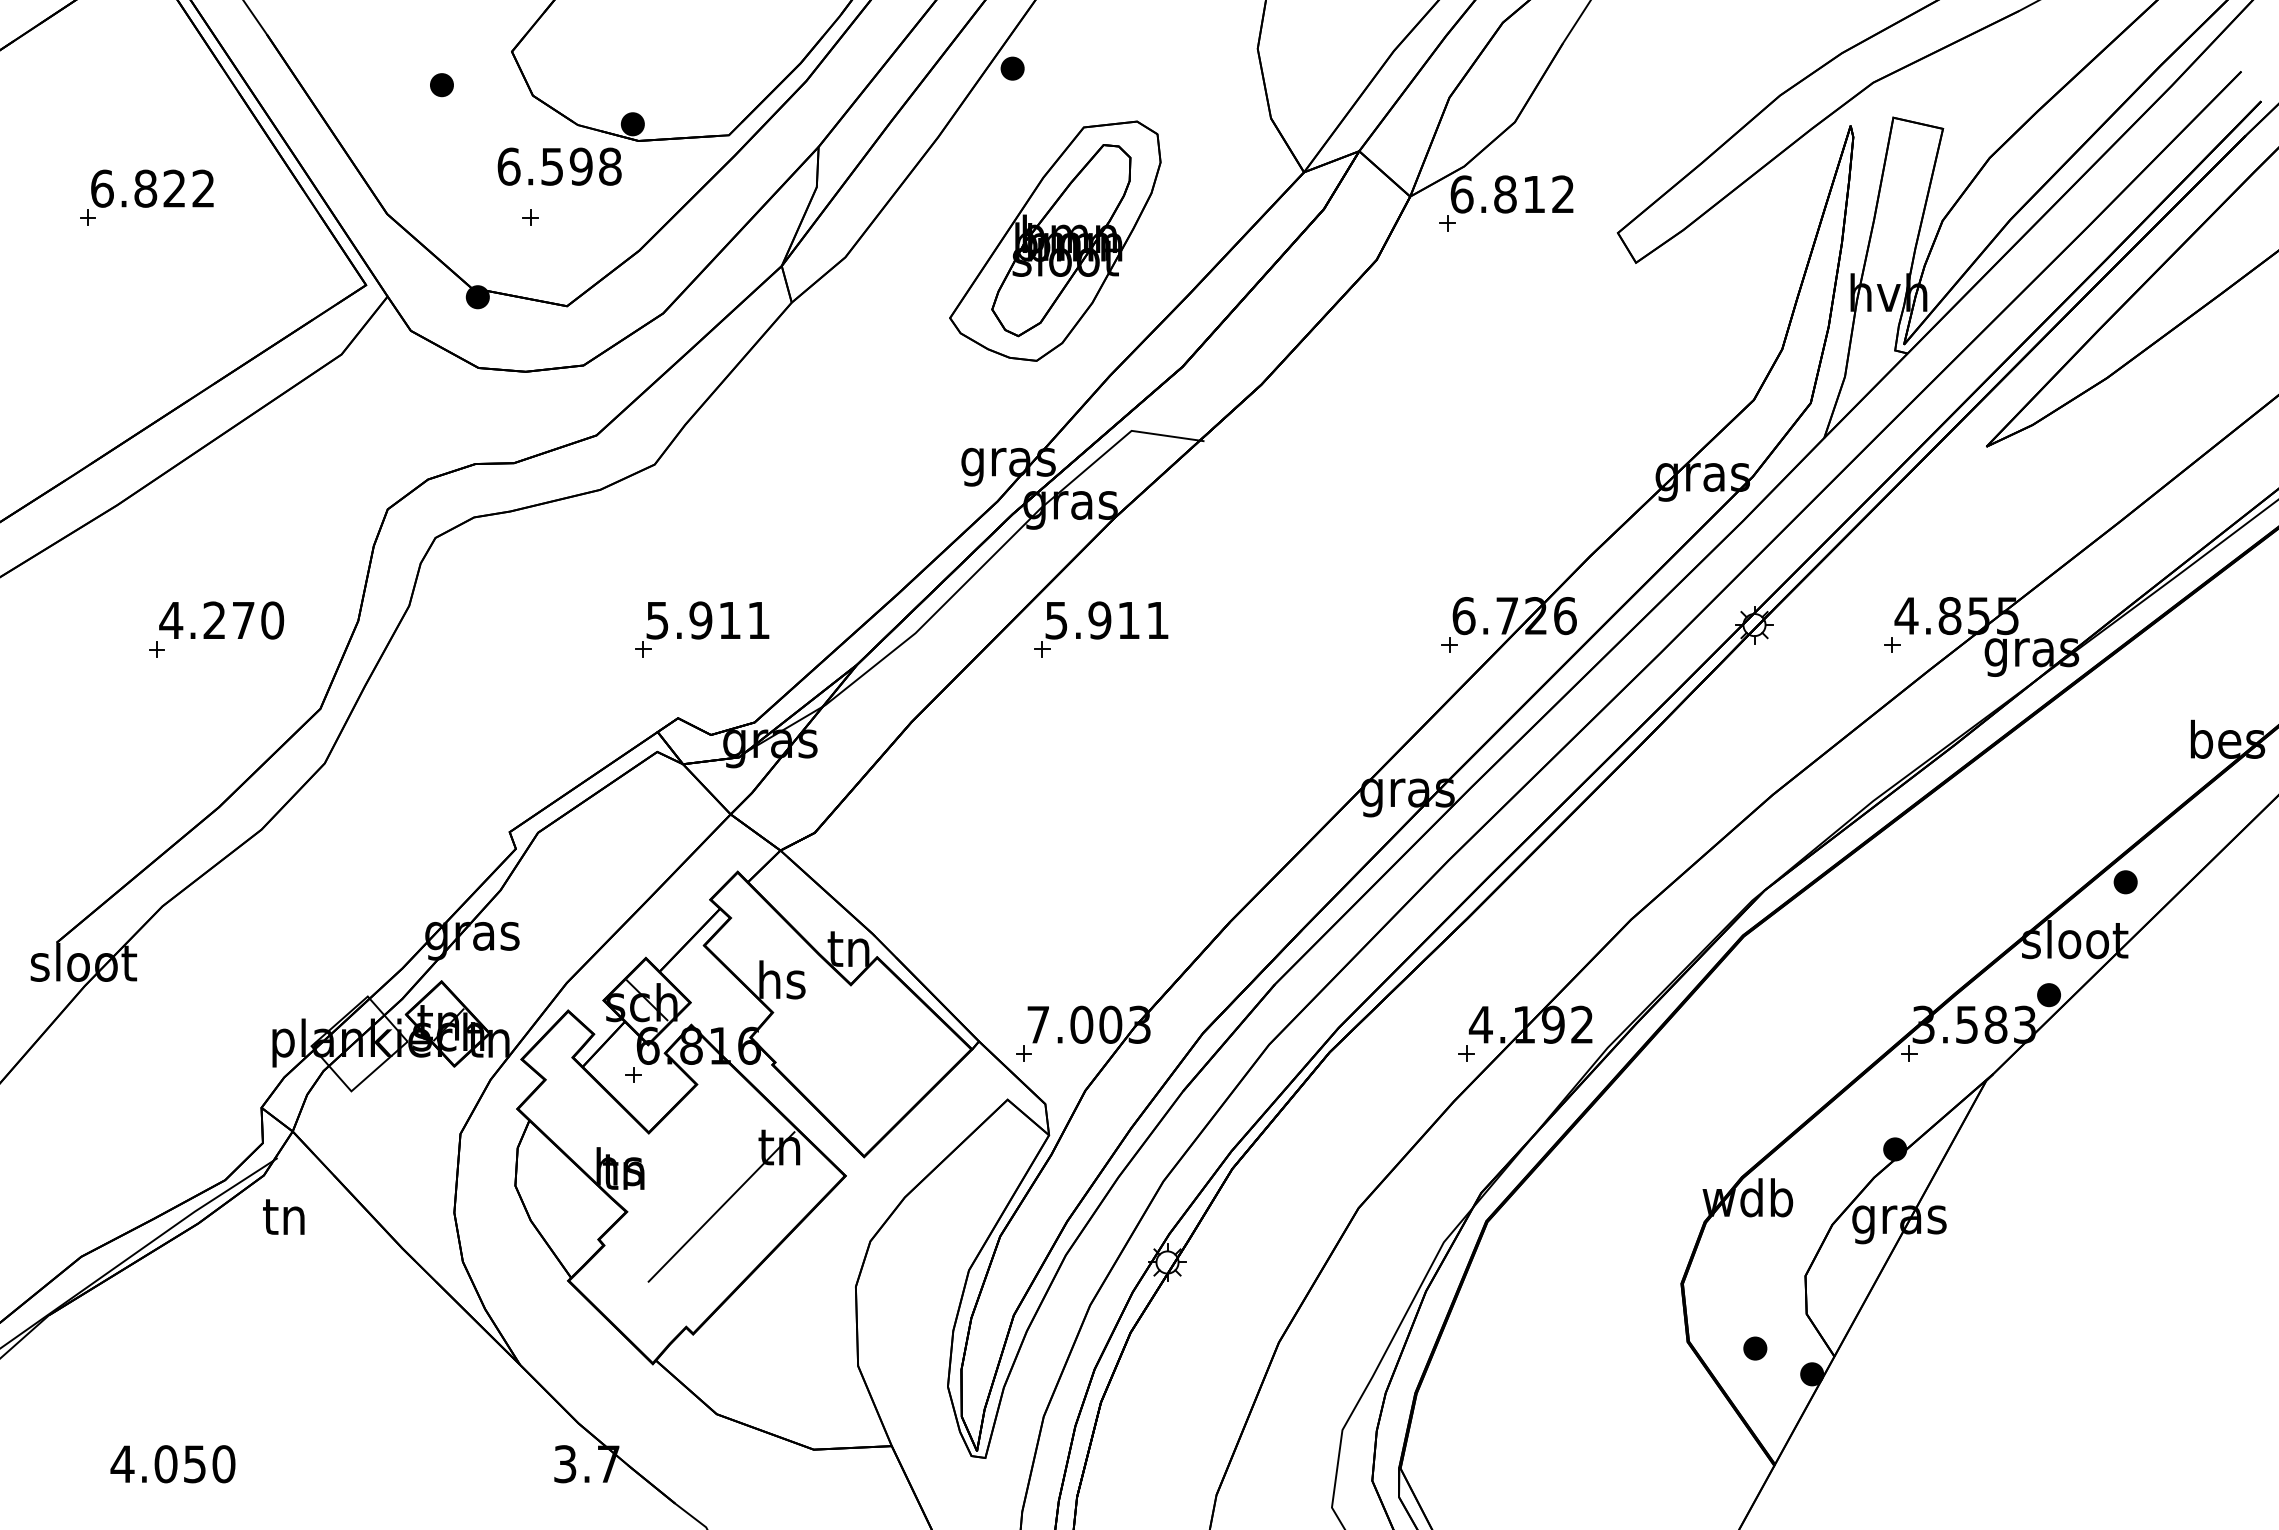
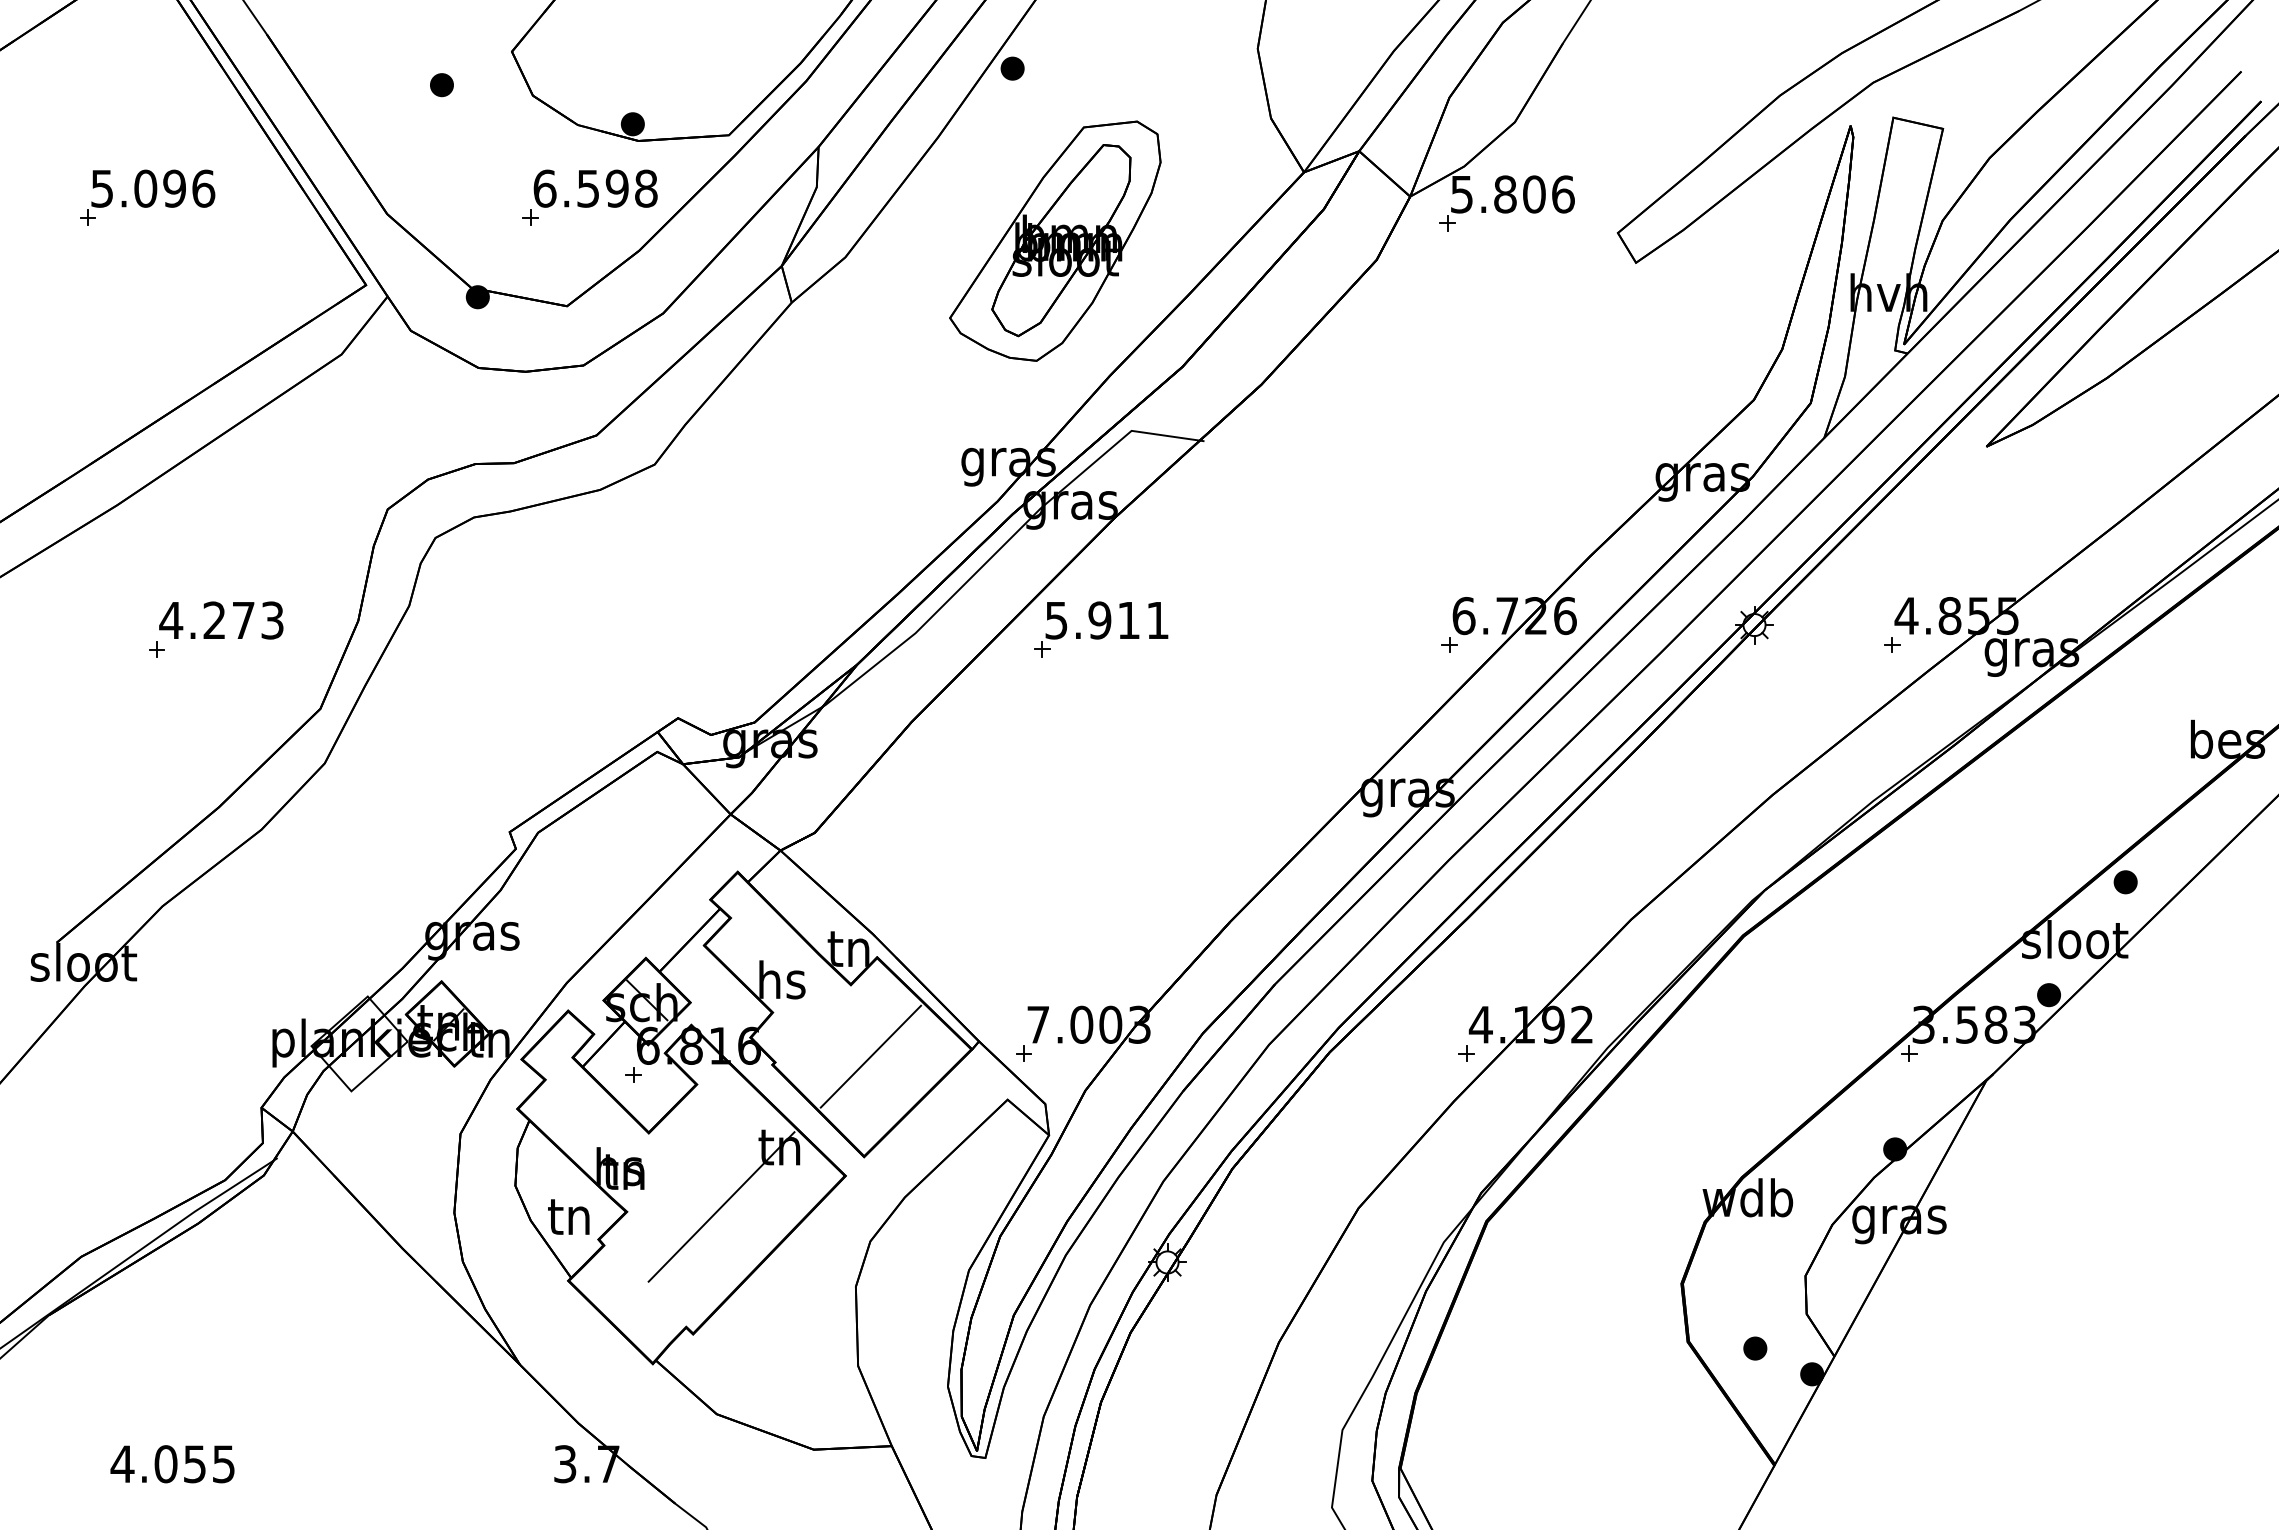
text at (559, 166) position: (559, 166) -> (595, 188)
text at (153, 188): 6.822 -> 5.096
text at (1512, 194): 6.812 -> 5.806
text at (272, 620): 4.270 -> 4.273
part at (702, 629): present -> none
line at (870, 1056): none -> present
text at (283, 1216) position: (283, 1216) -> (568, 1216)
text at (223, 1464): 4.050 -> 4.055
